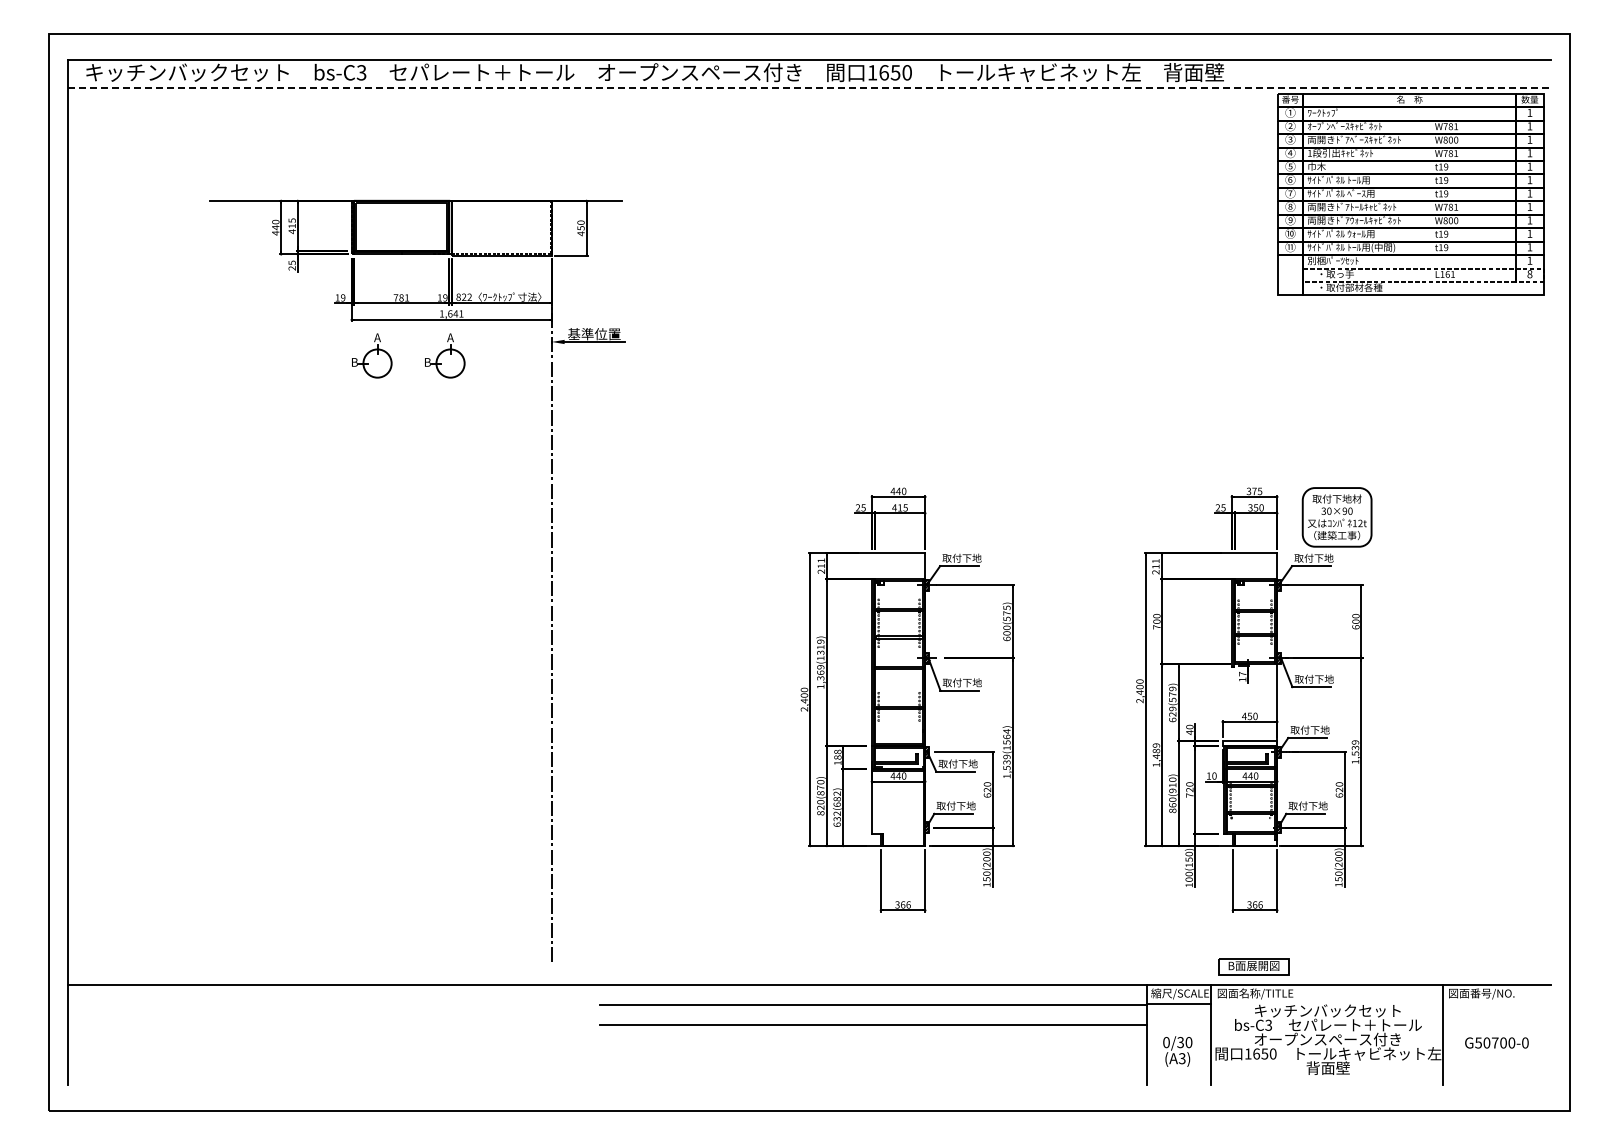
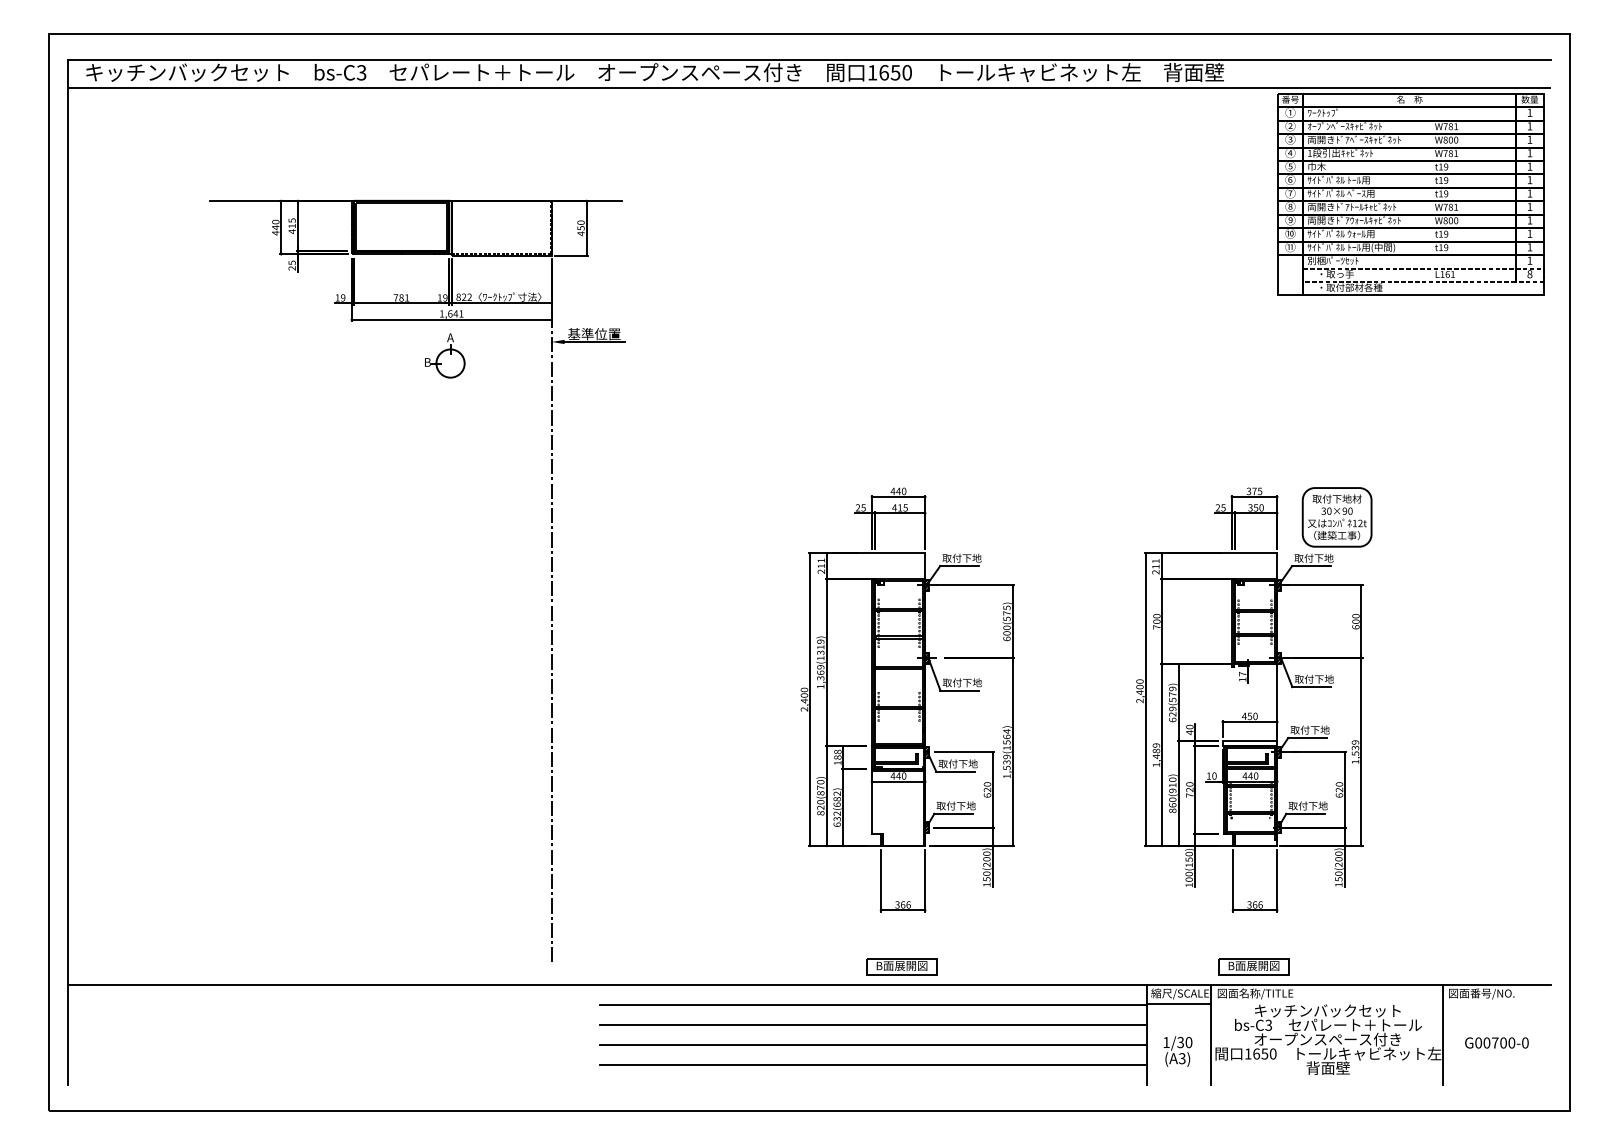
line at (809, 87): dashed -> solid
part at (372, 355): present -> none
part at (901, 966): none -> present
text at (1166, 1042): 0/30 -> 1/30
text at (1478, 1042): G50700-0 -> G00700-0
line at (873, 1044): none -> present
line at (873, 1064): none -> present
